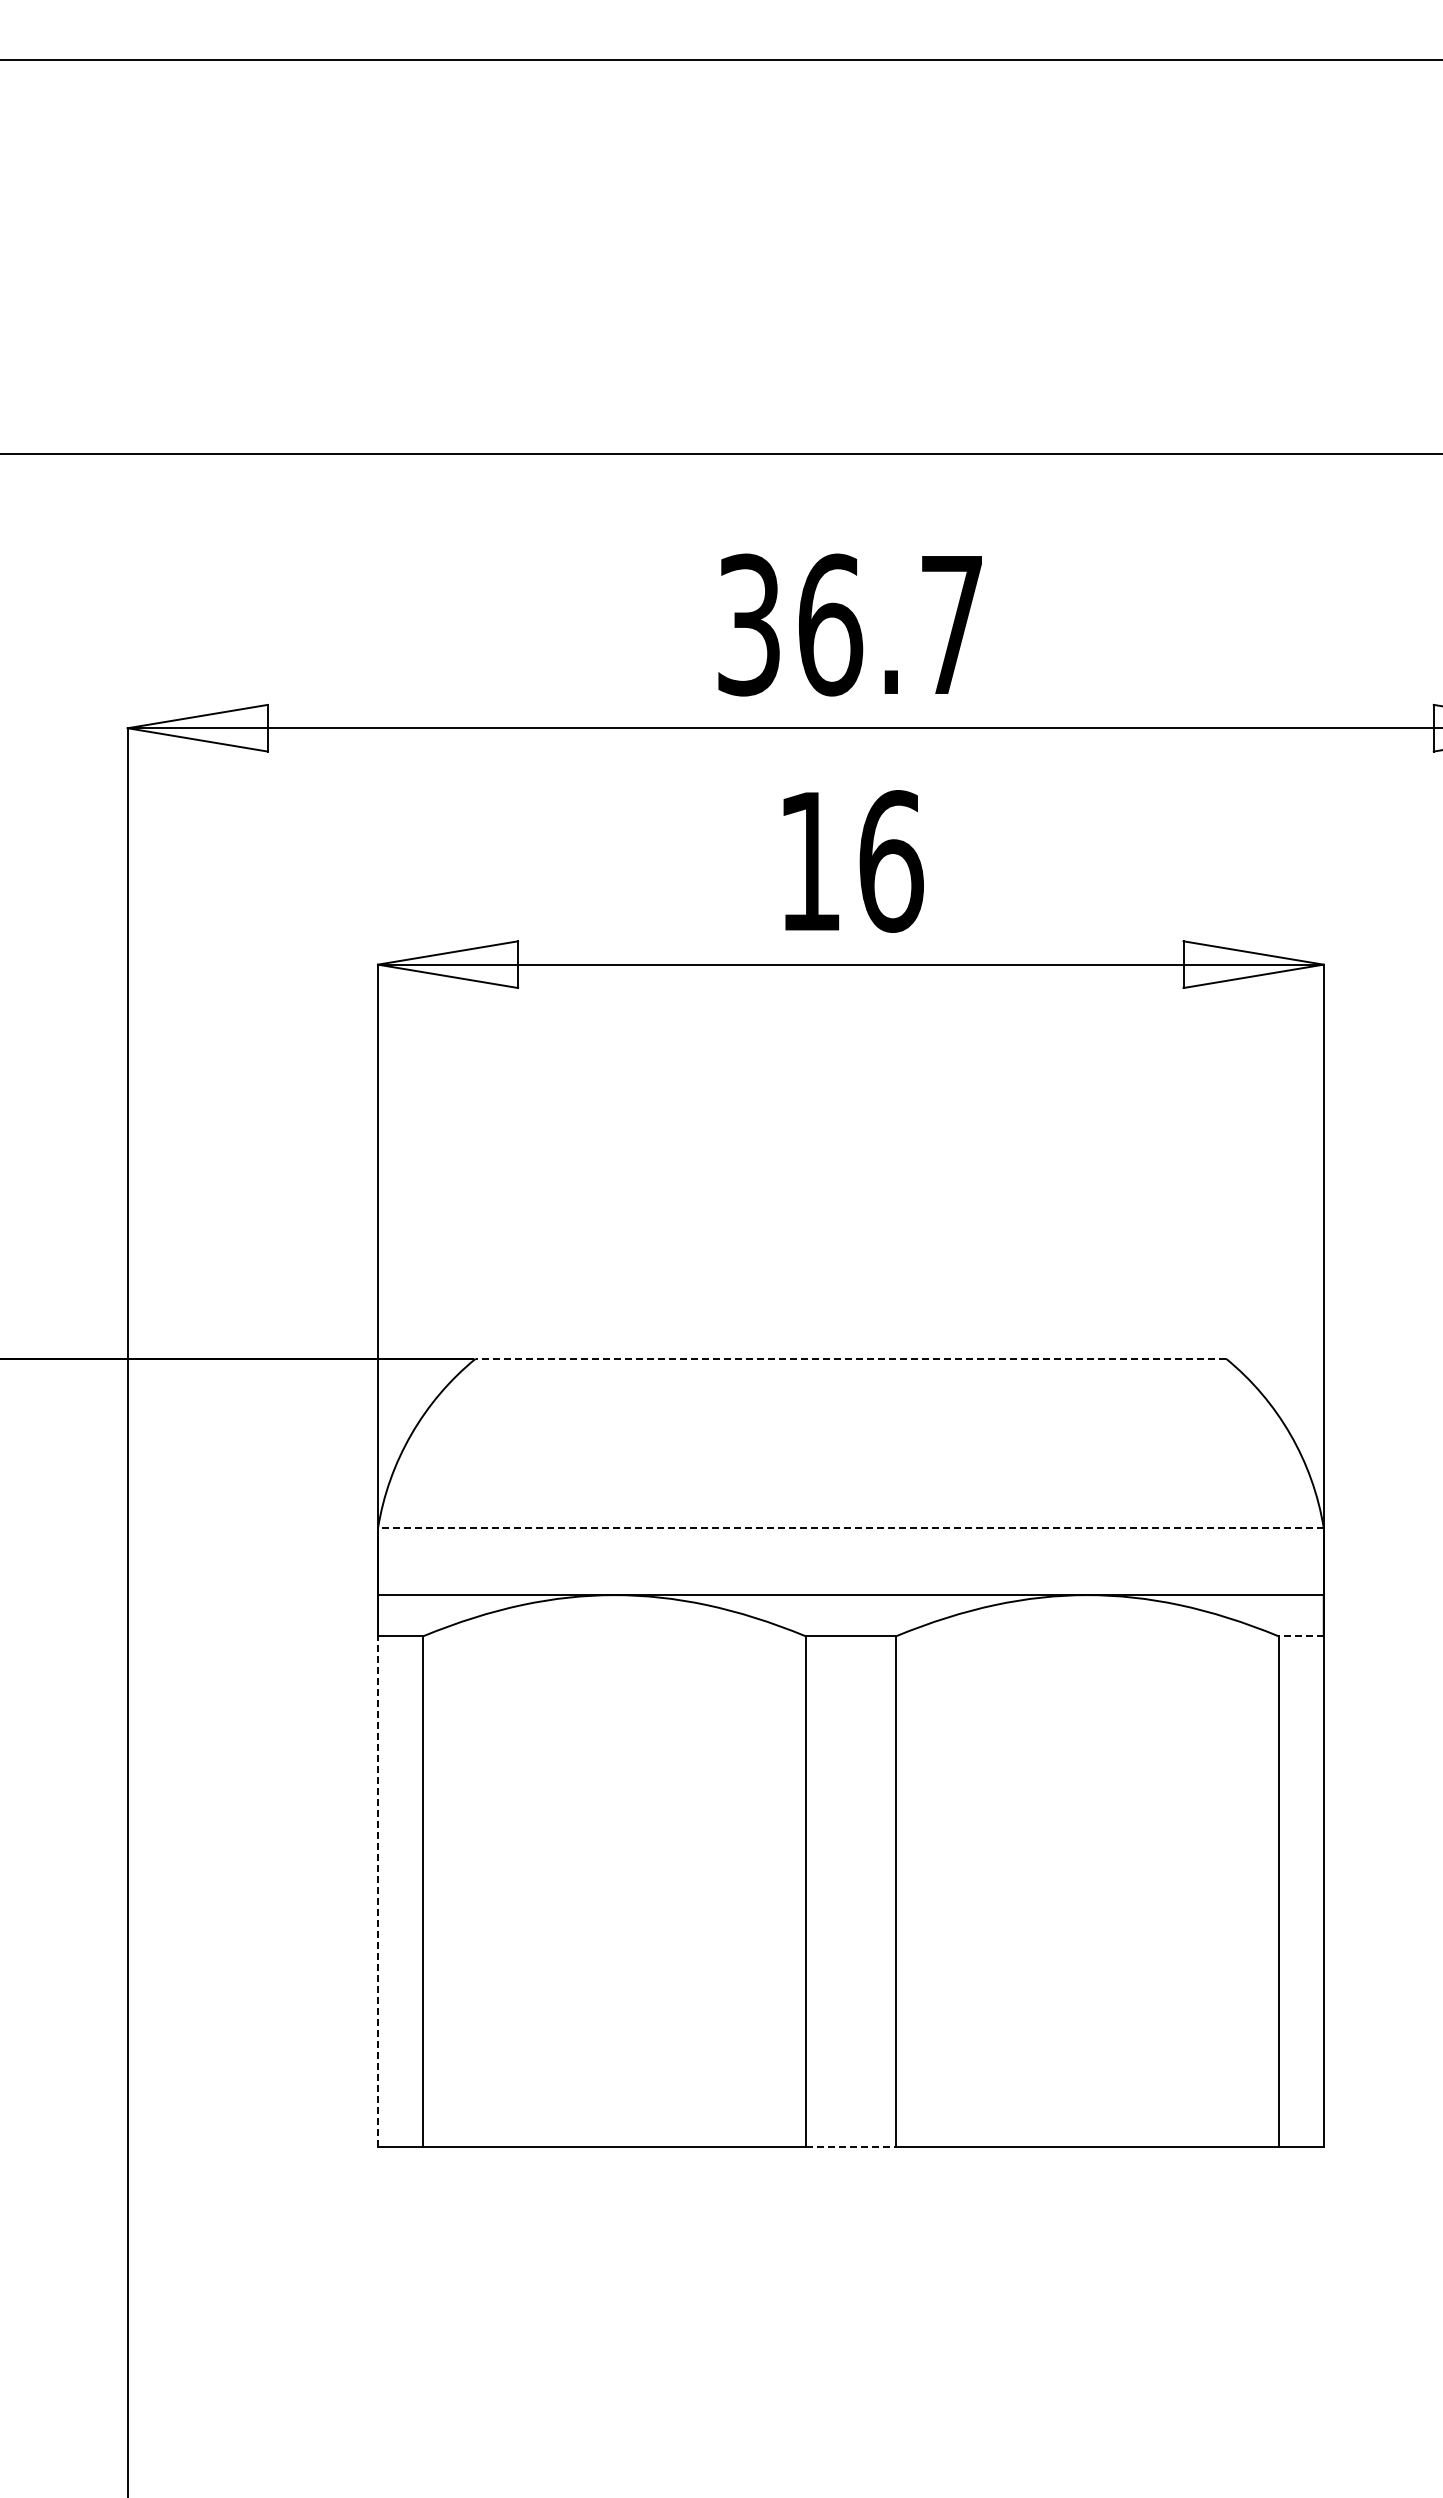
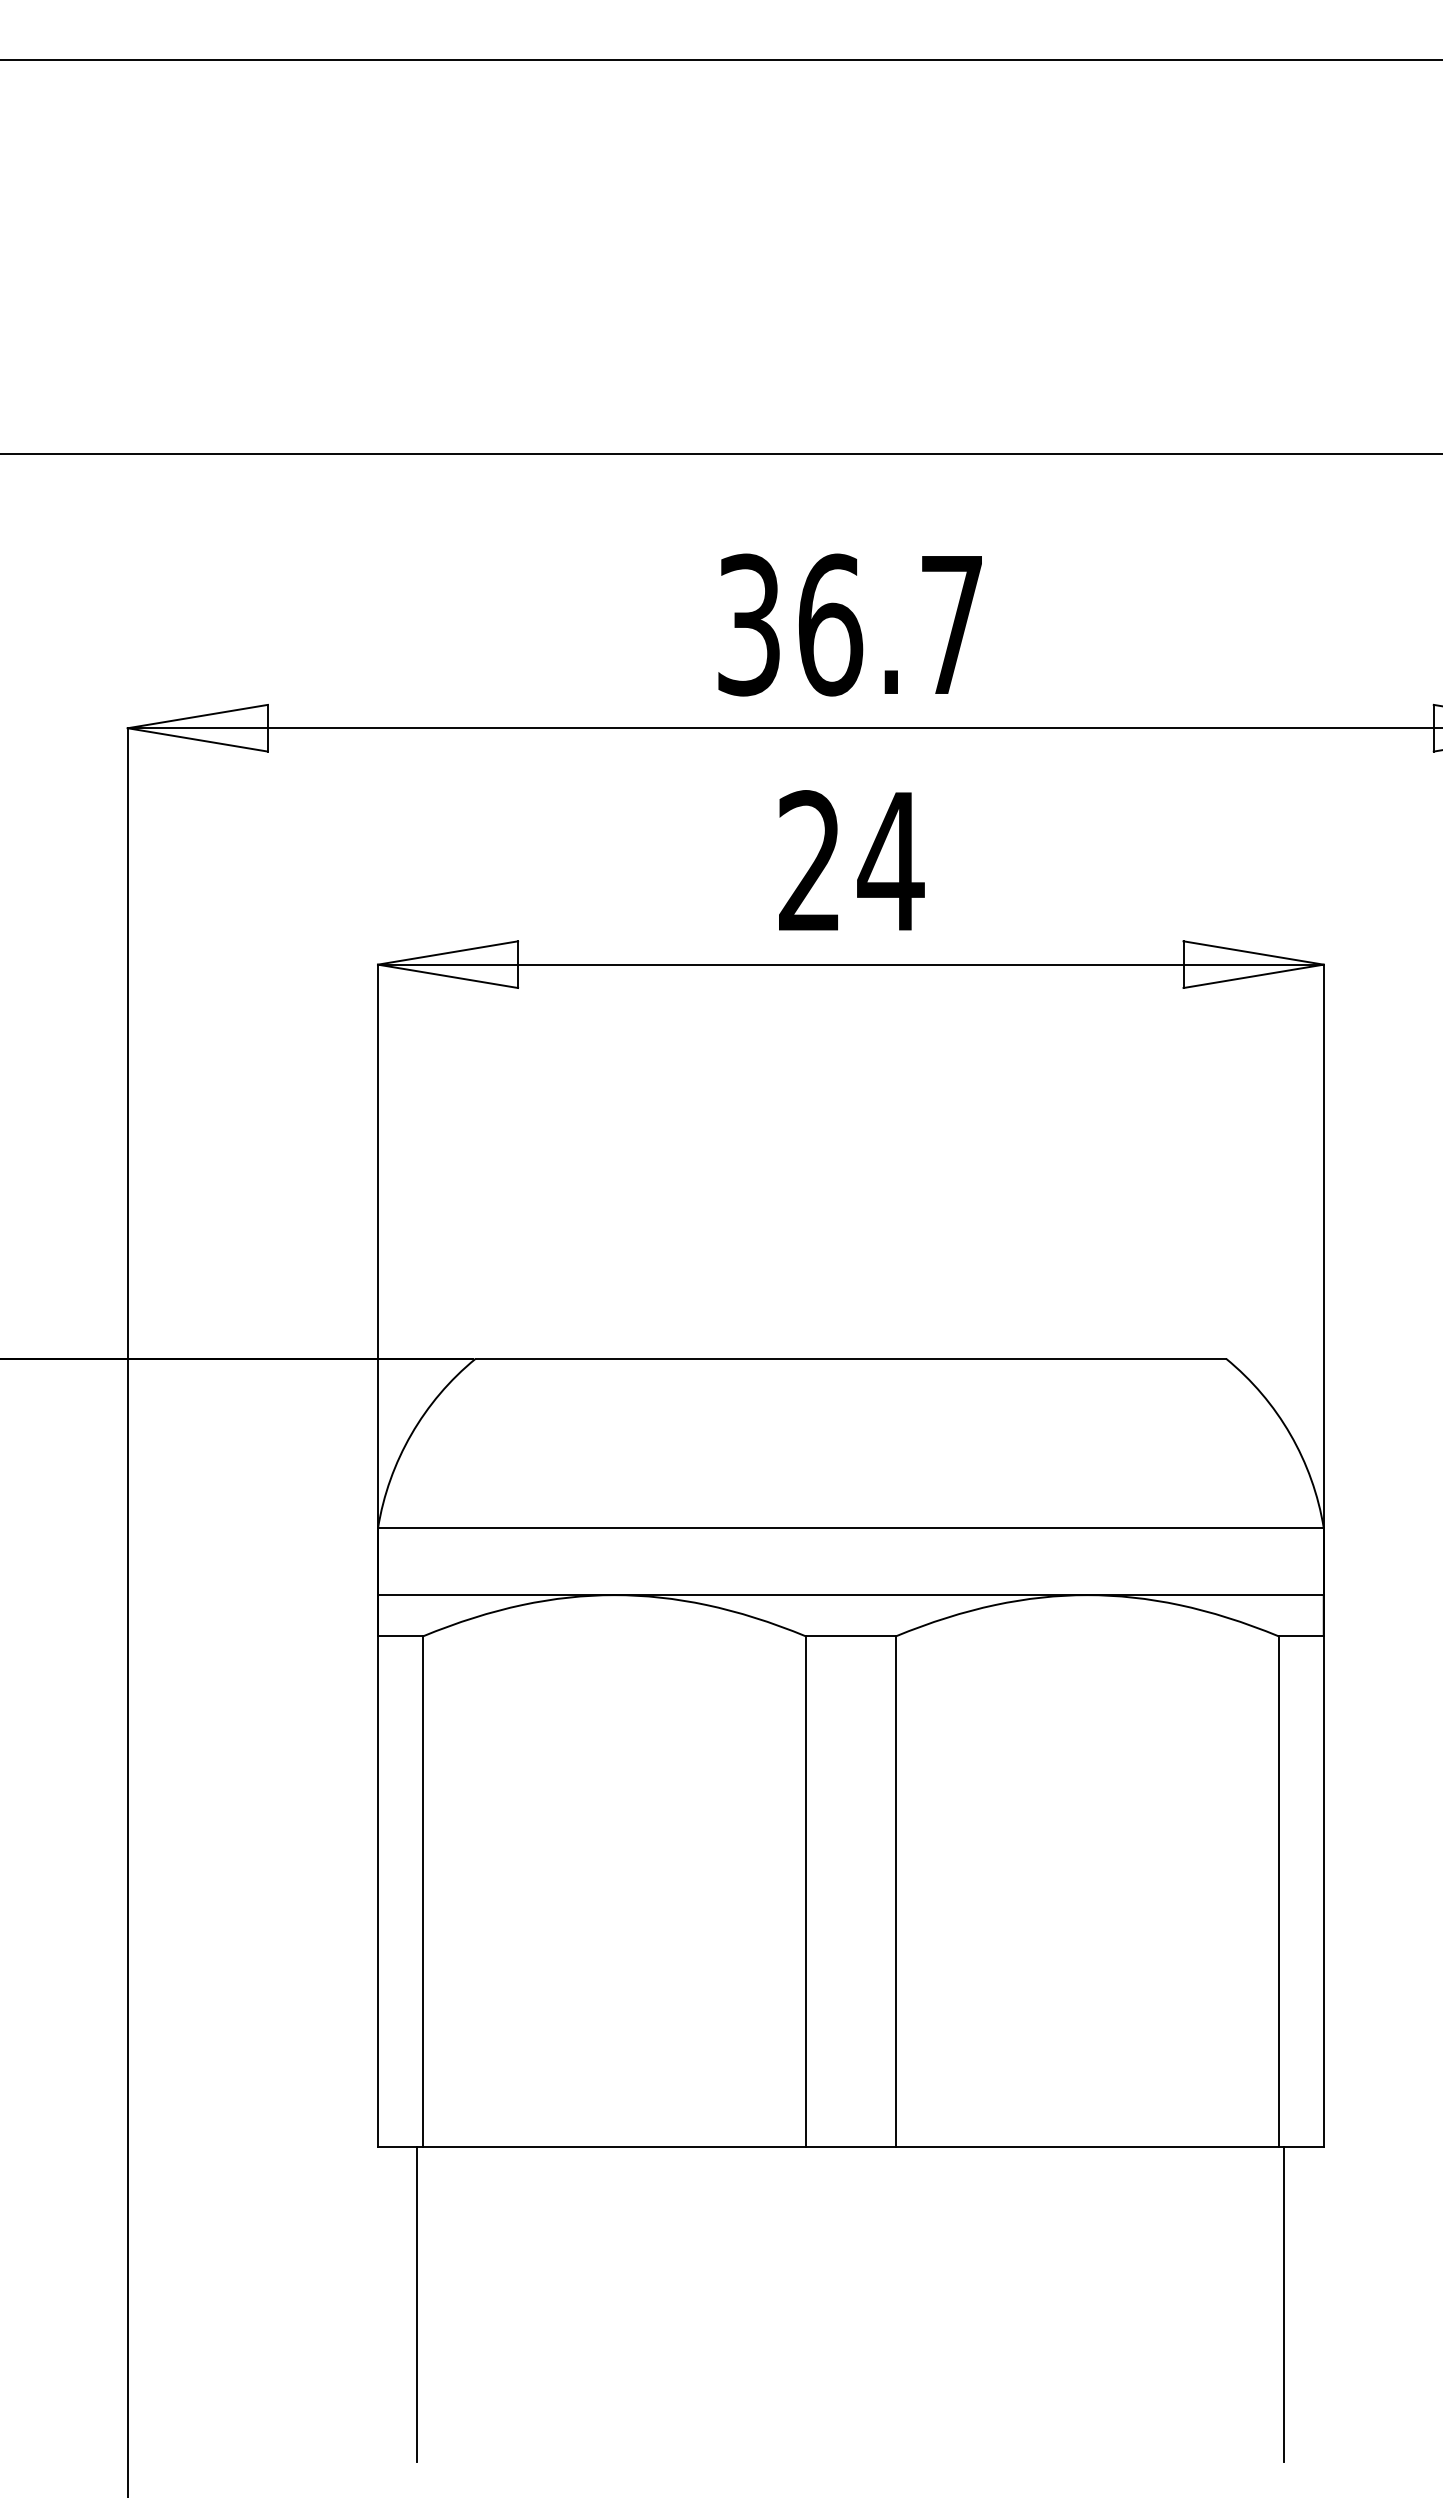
text at (851, 861): 16 -> 24
line at (850, 1358): dashed -> solid
line at (850, 1528): dashed -> solid
line at (1300, 1636): dashed -> solid
line at (378, 1891): dashed -> solid
line at (850, 2146): dashed -> solid
line at (417, 2304): none -> present
line at (1284, 2304): none -> present
